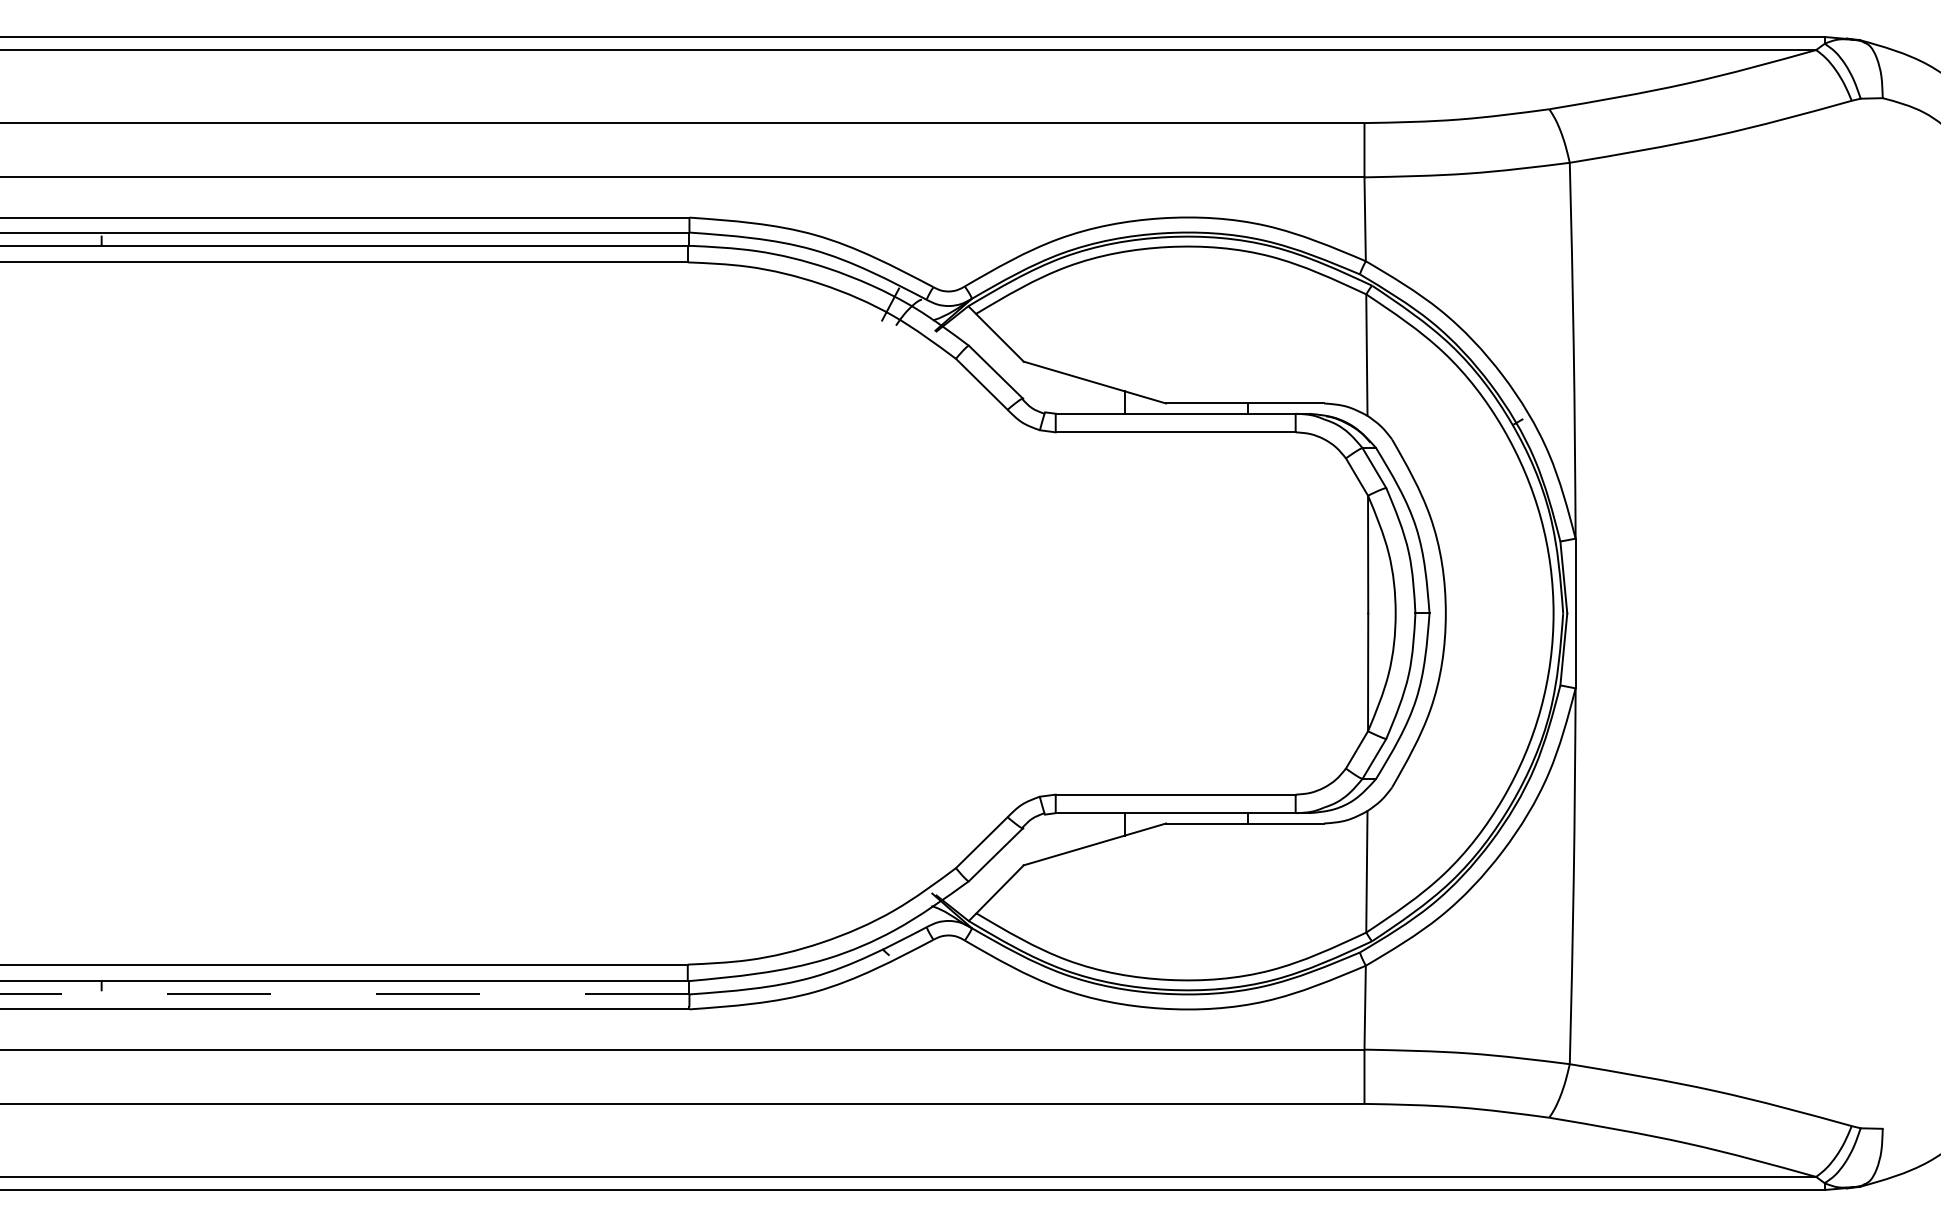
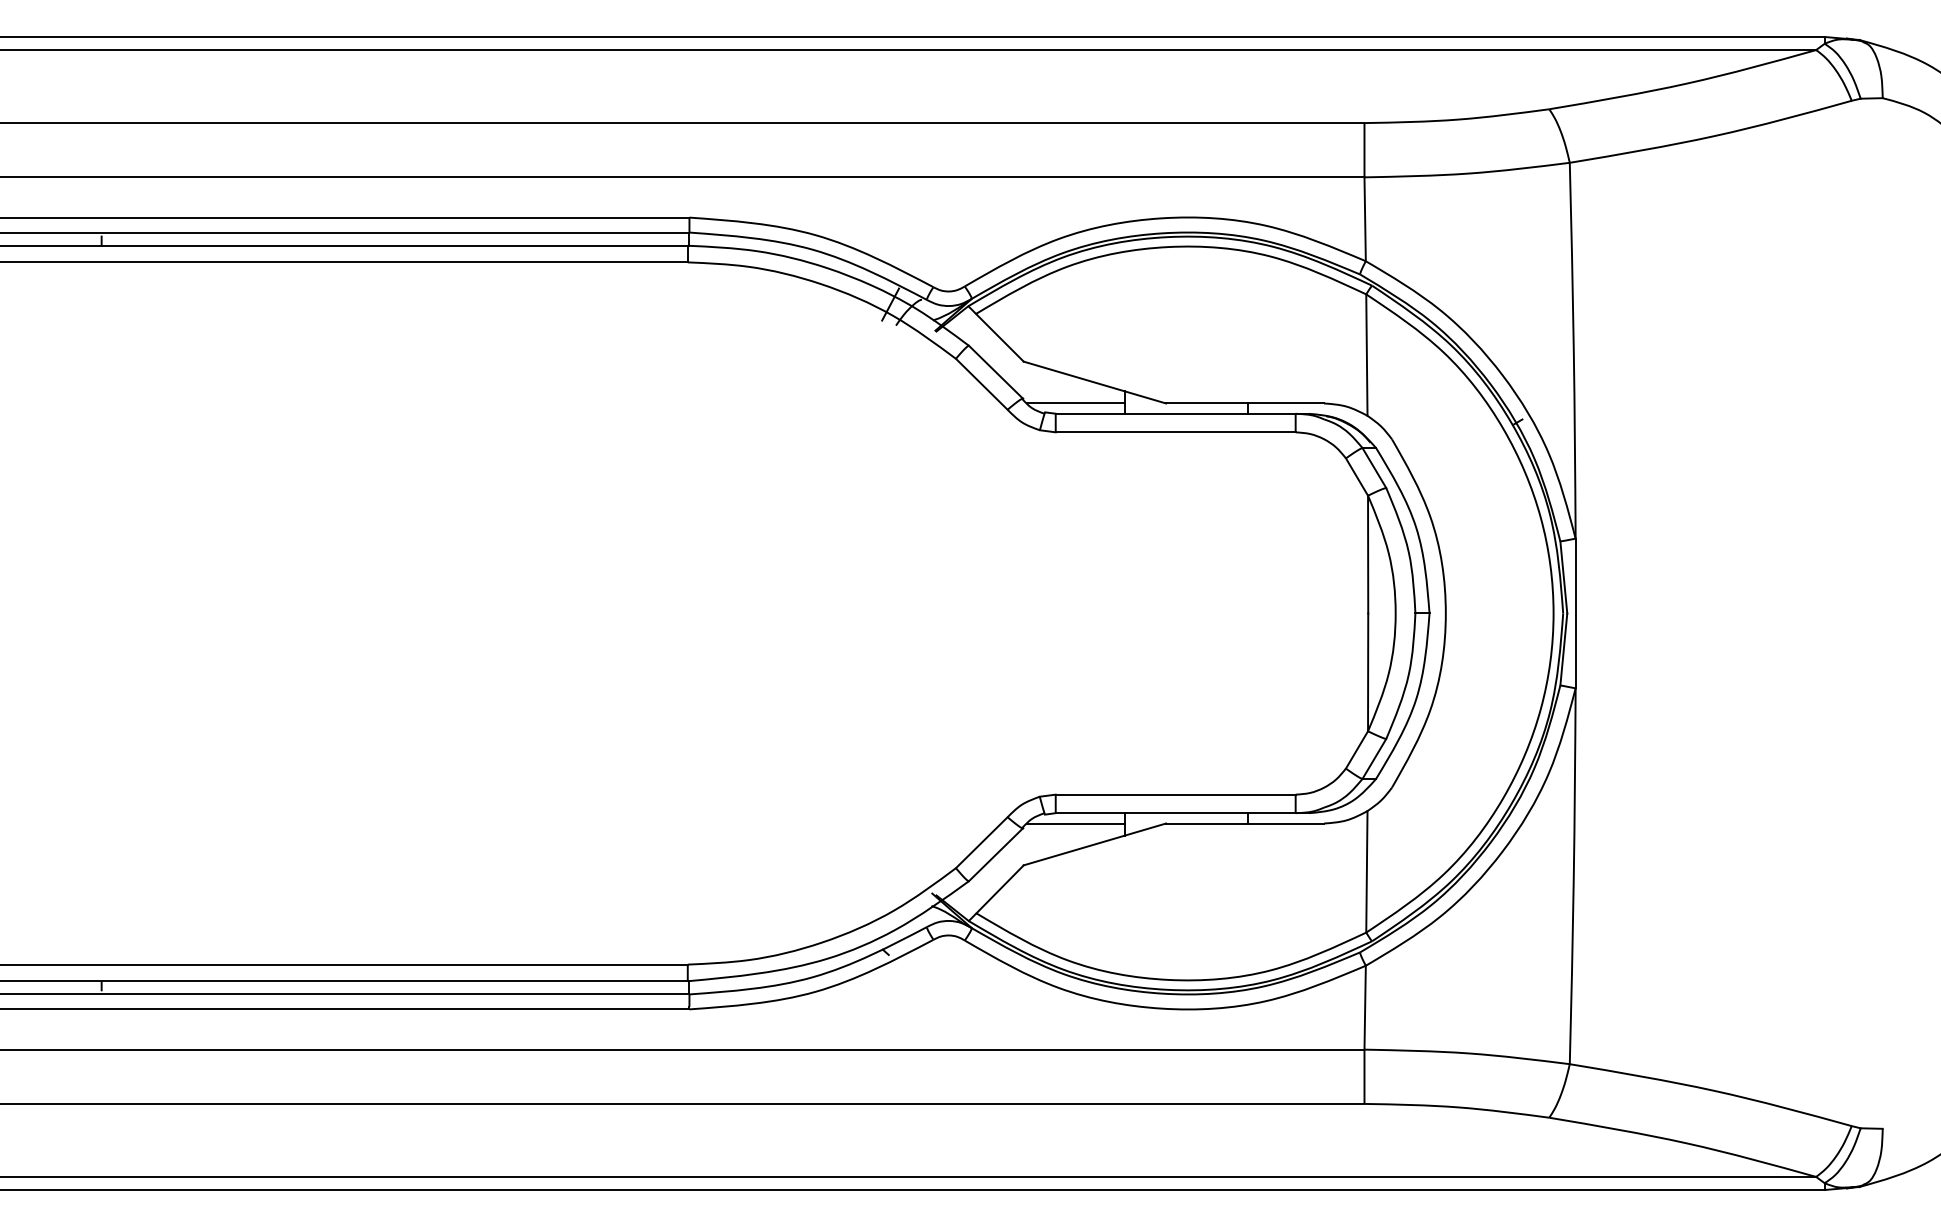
line at (1075, 403): none -> present
line at (1075, 823): none -> present
line at (344, 994): dashed -> solid
